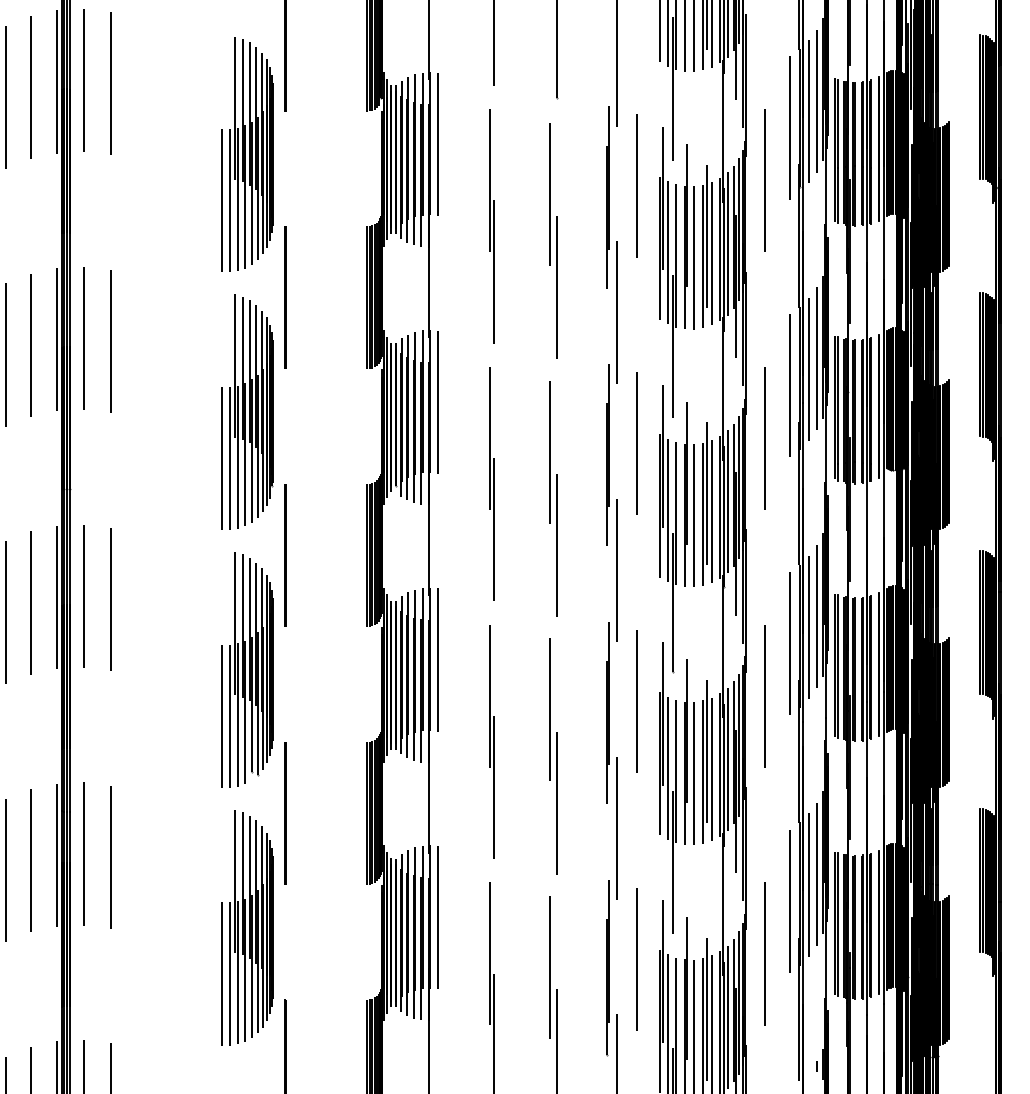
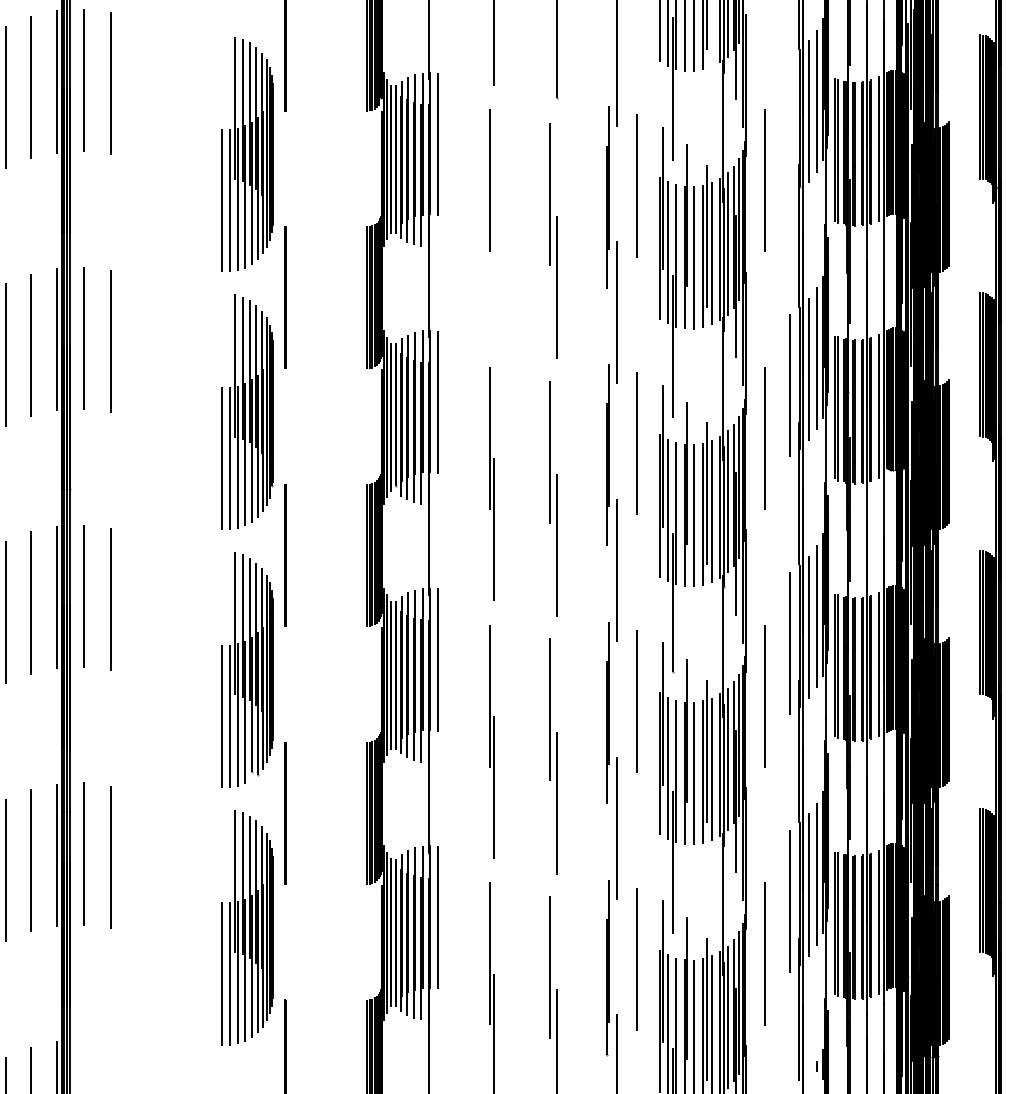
line at (712, 34): present -> none
line at (789, 127): present -> none
line at (494, 271): present -> none
line at (84, 1065): present -> none
line at (111, 1066): present -> none
